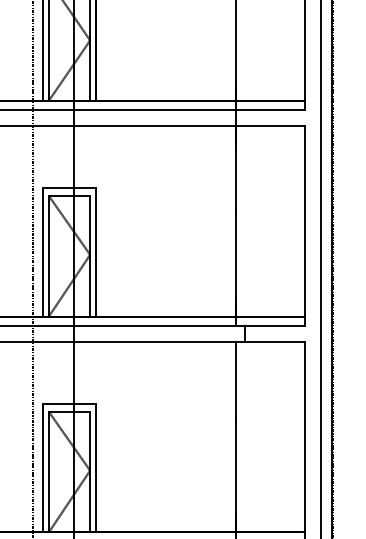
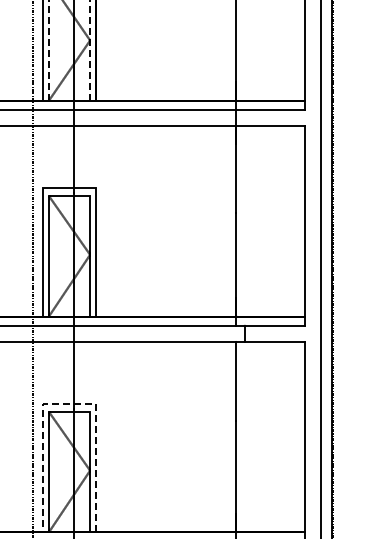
line at (48, 0): solid -> dashed
line at (69, 404): solid -> dashed
